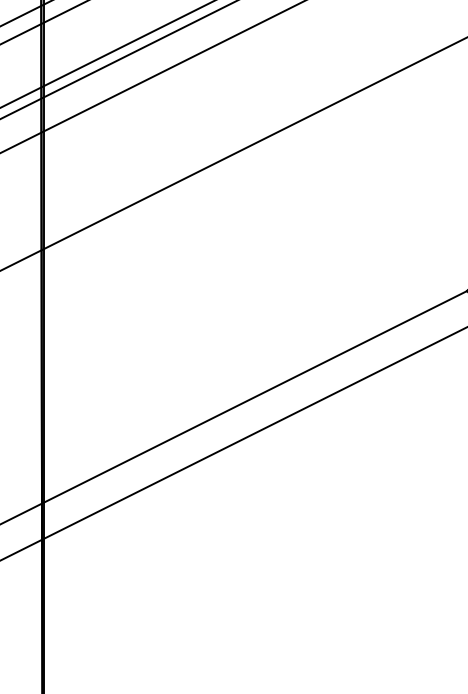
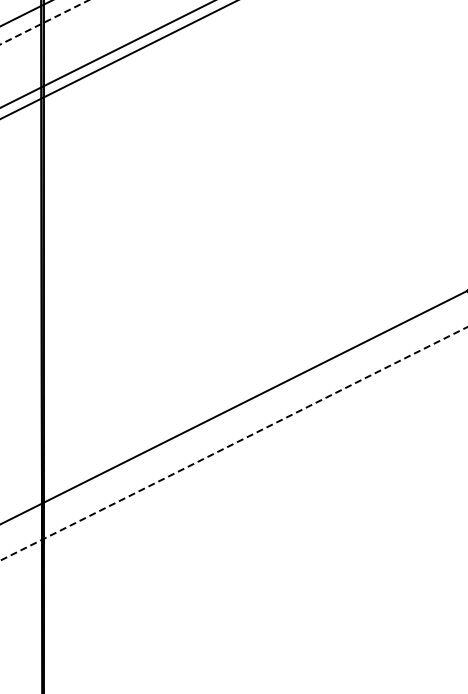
line at (43, 22): solid -> dashed
line at (152, 77): present -> none
line at (233, 153): present -> none
line at (234, 443): solid -> dashed
